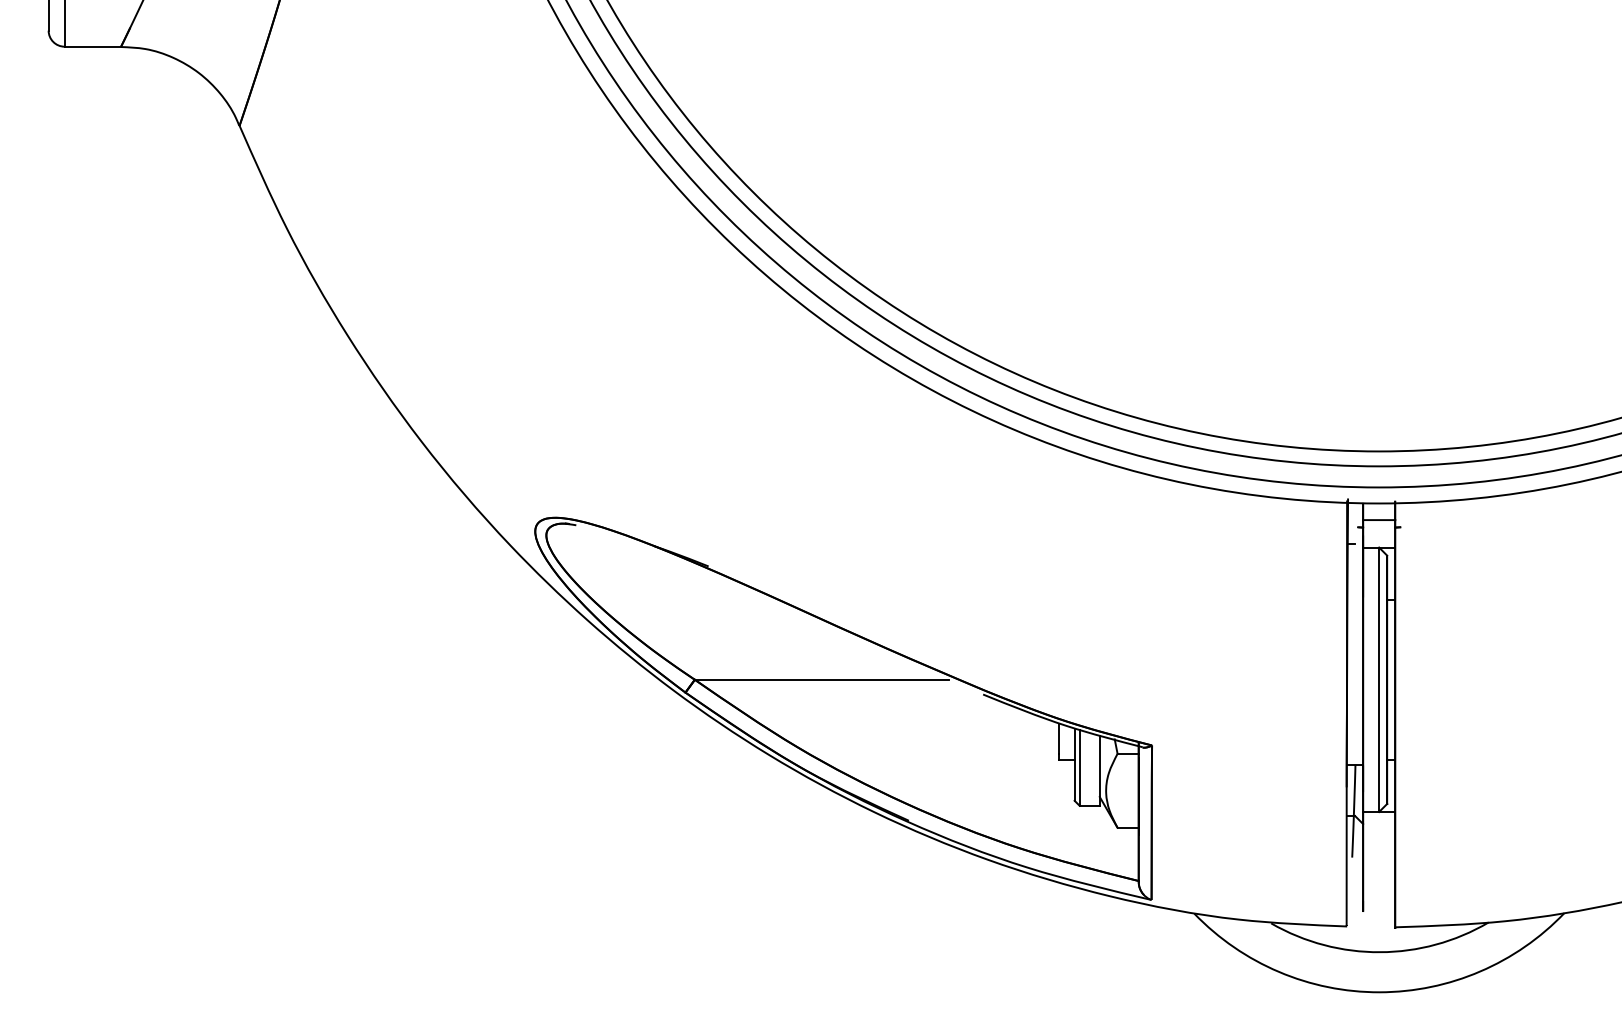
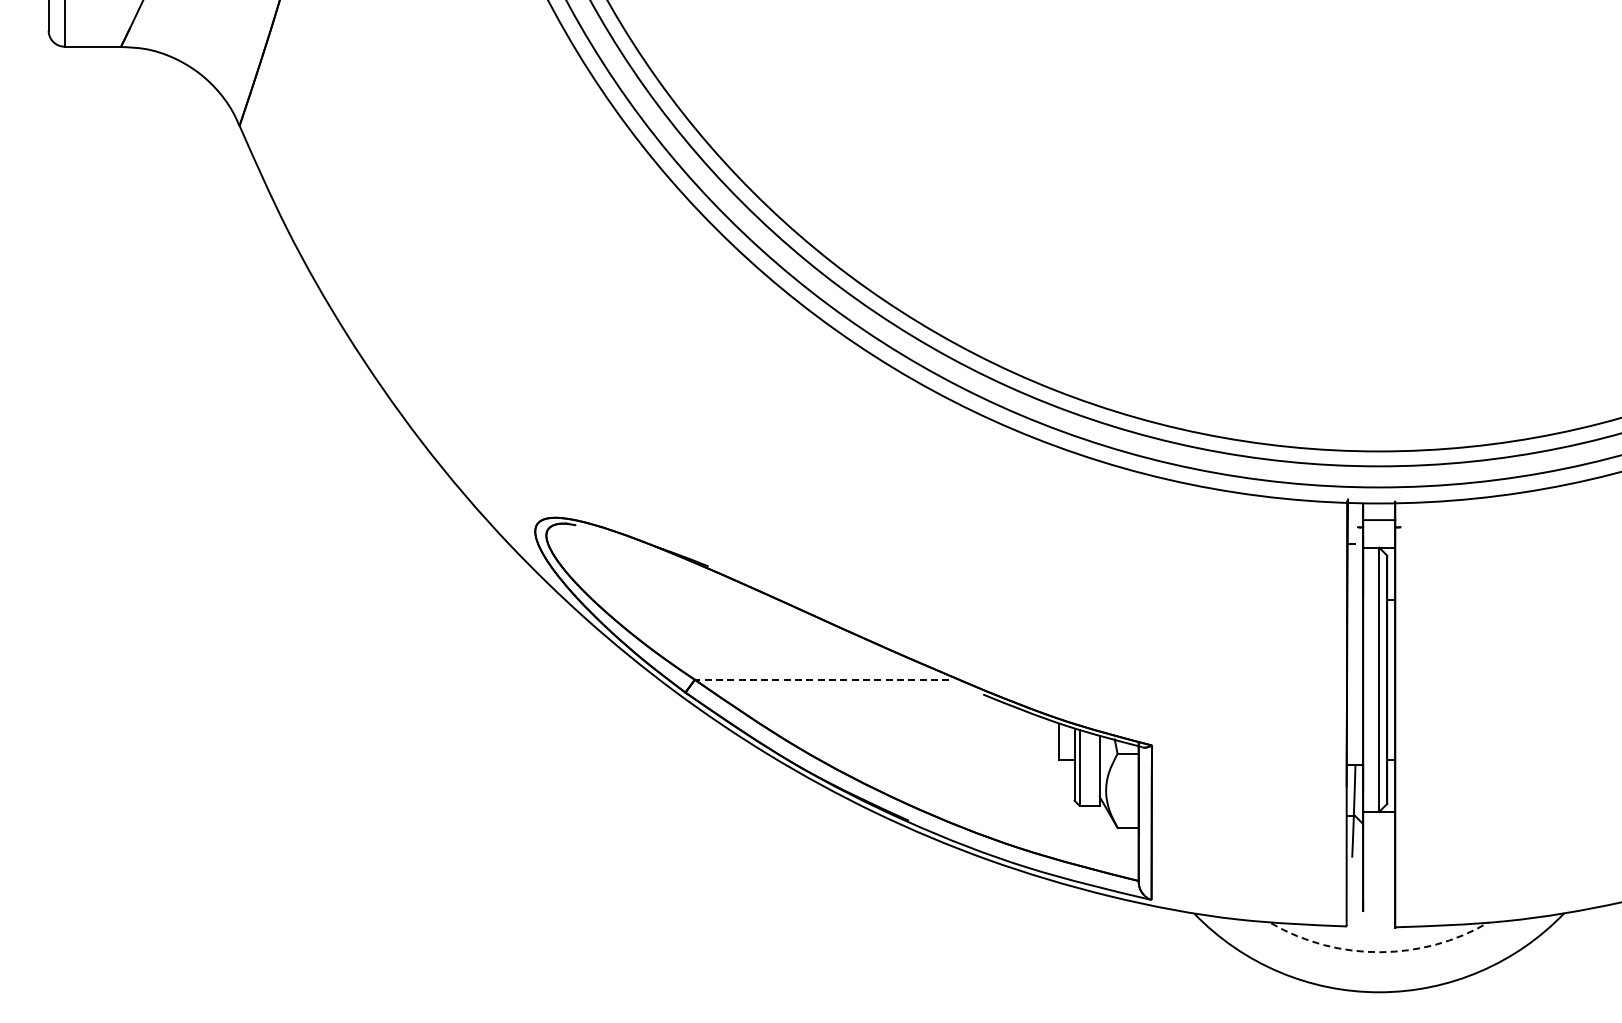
line at (821, 679): solid -> dashed
arc at (1380, 952): solid -> dashed
